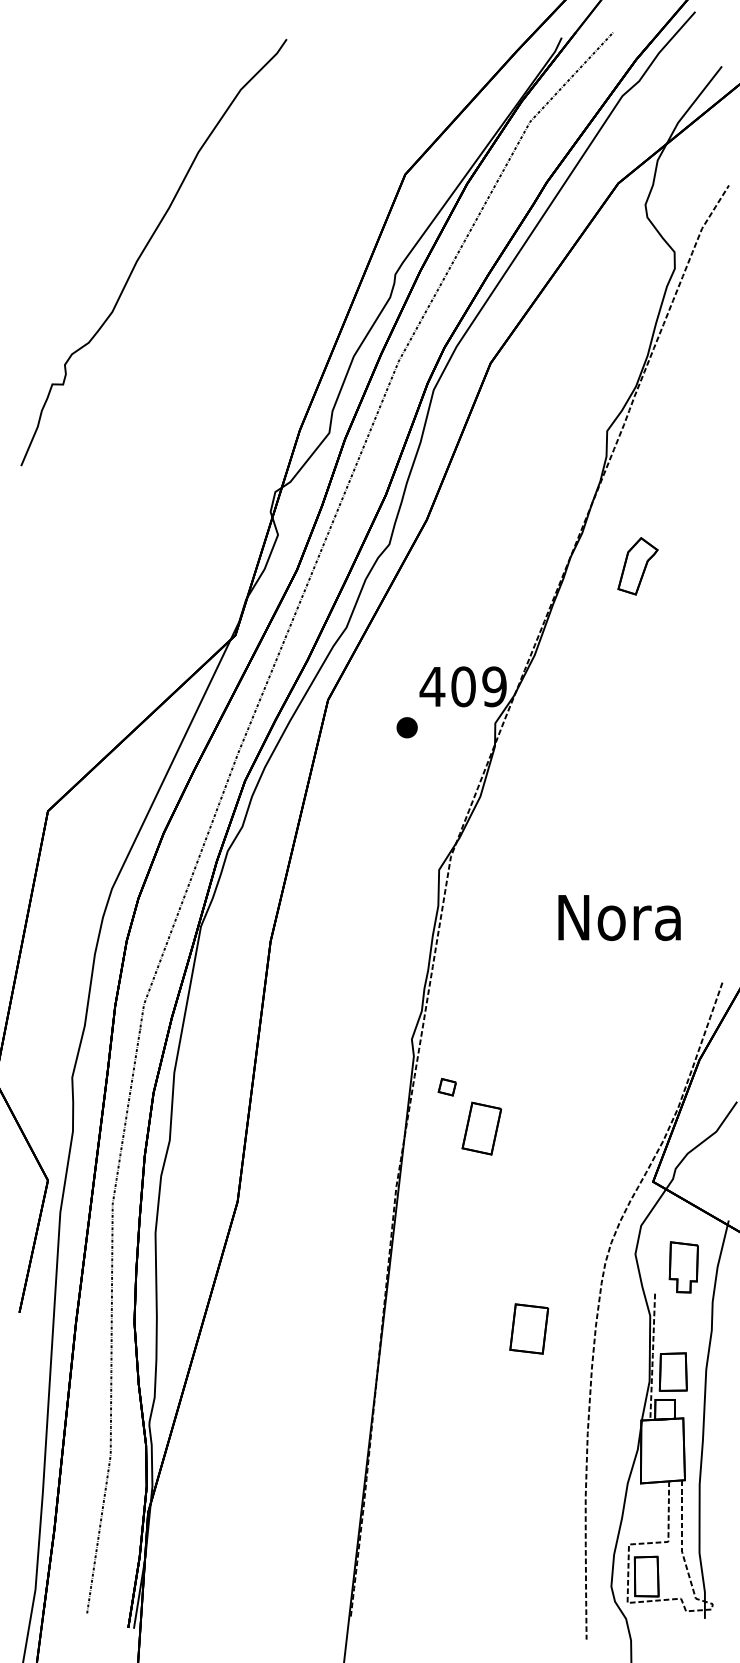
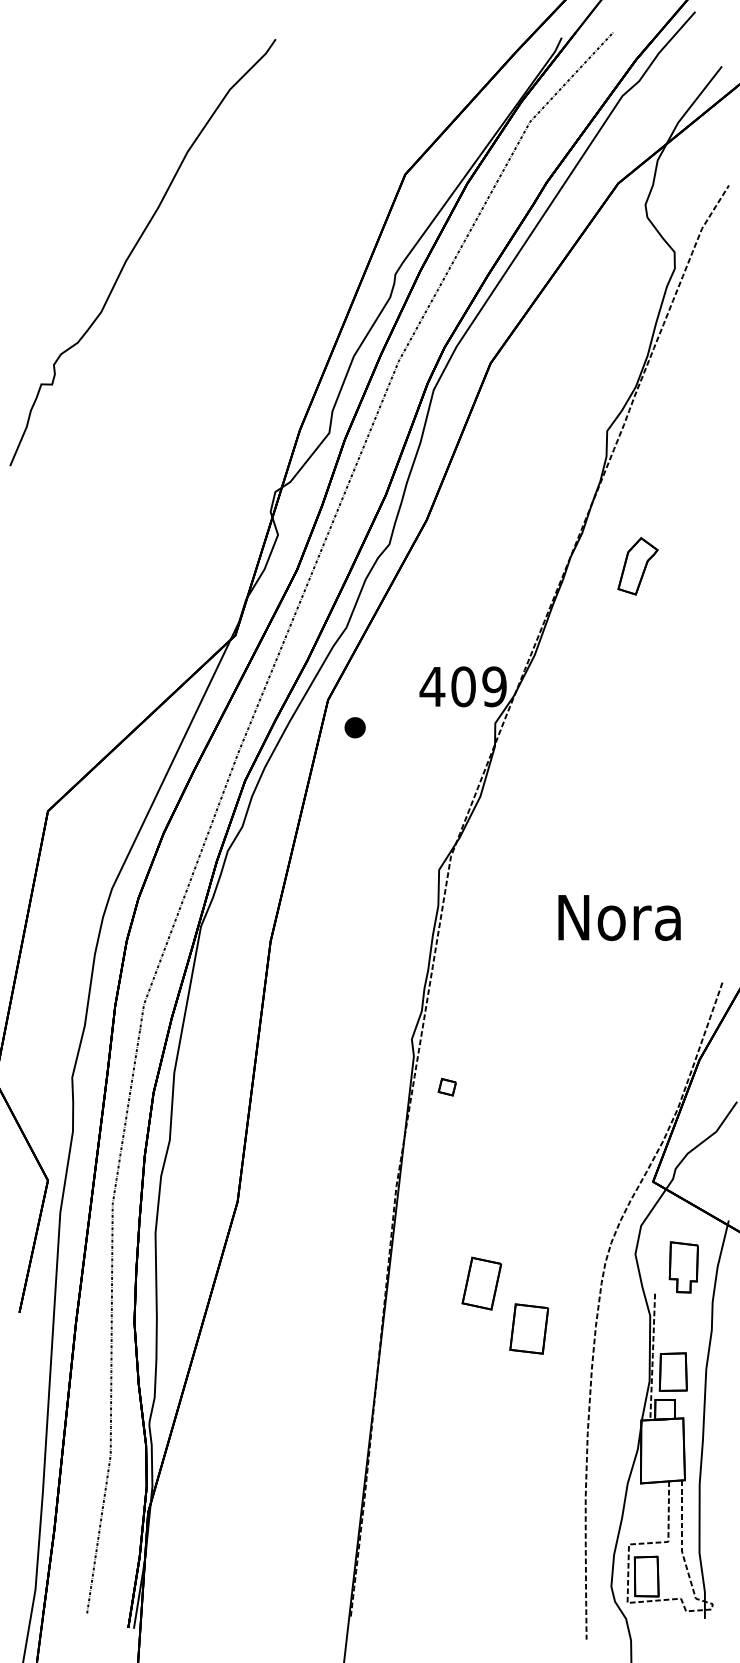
curve at (145, 249) position: (145, 249) -> (134, 249)
part at (406, 727) position: (406, 727) -> (354, 727)
part at (481, 1128) position: (481, 1128) -> (481, 1283)
